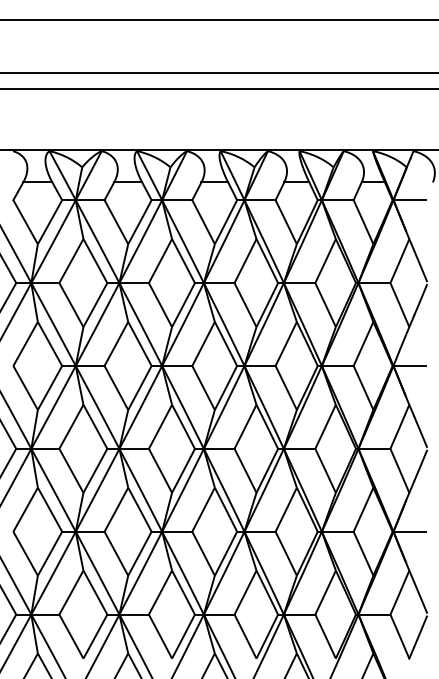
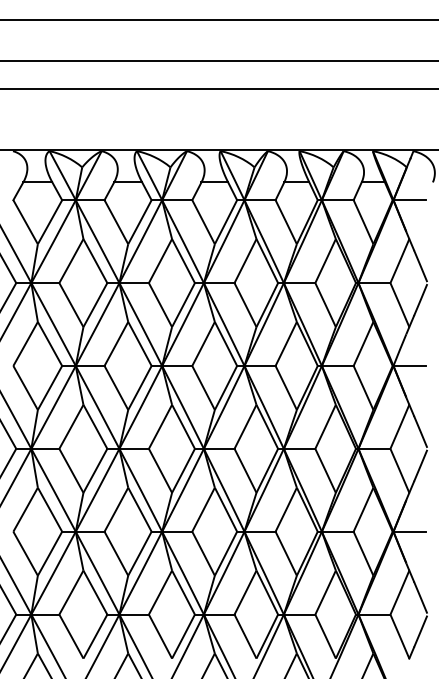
line at (218, 72) position: (218, 72) -> (218, 60)
